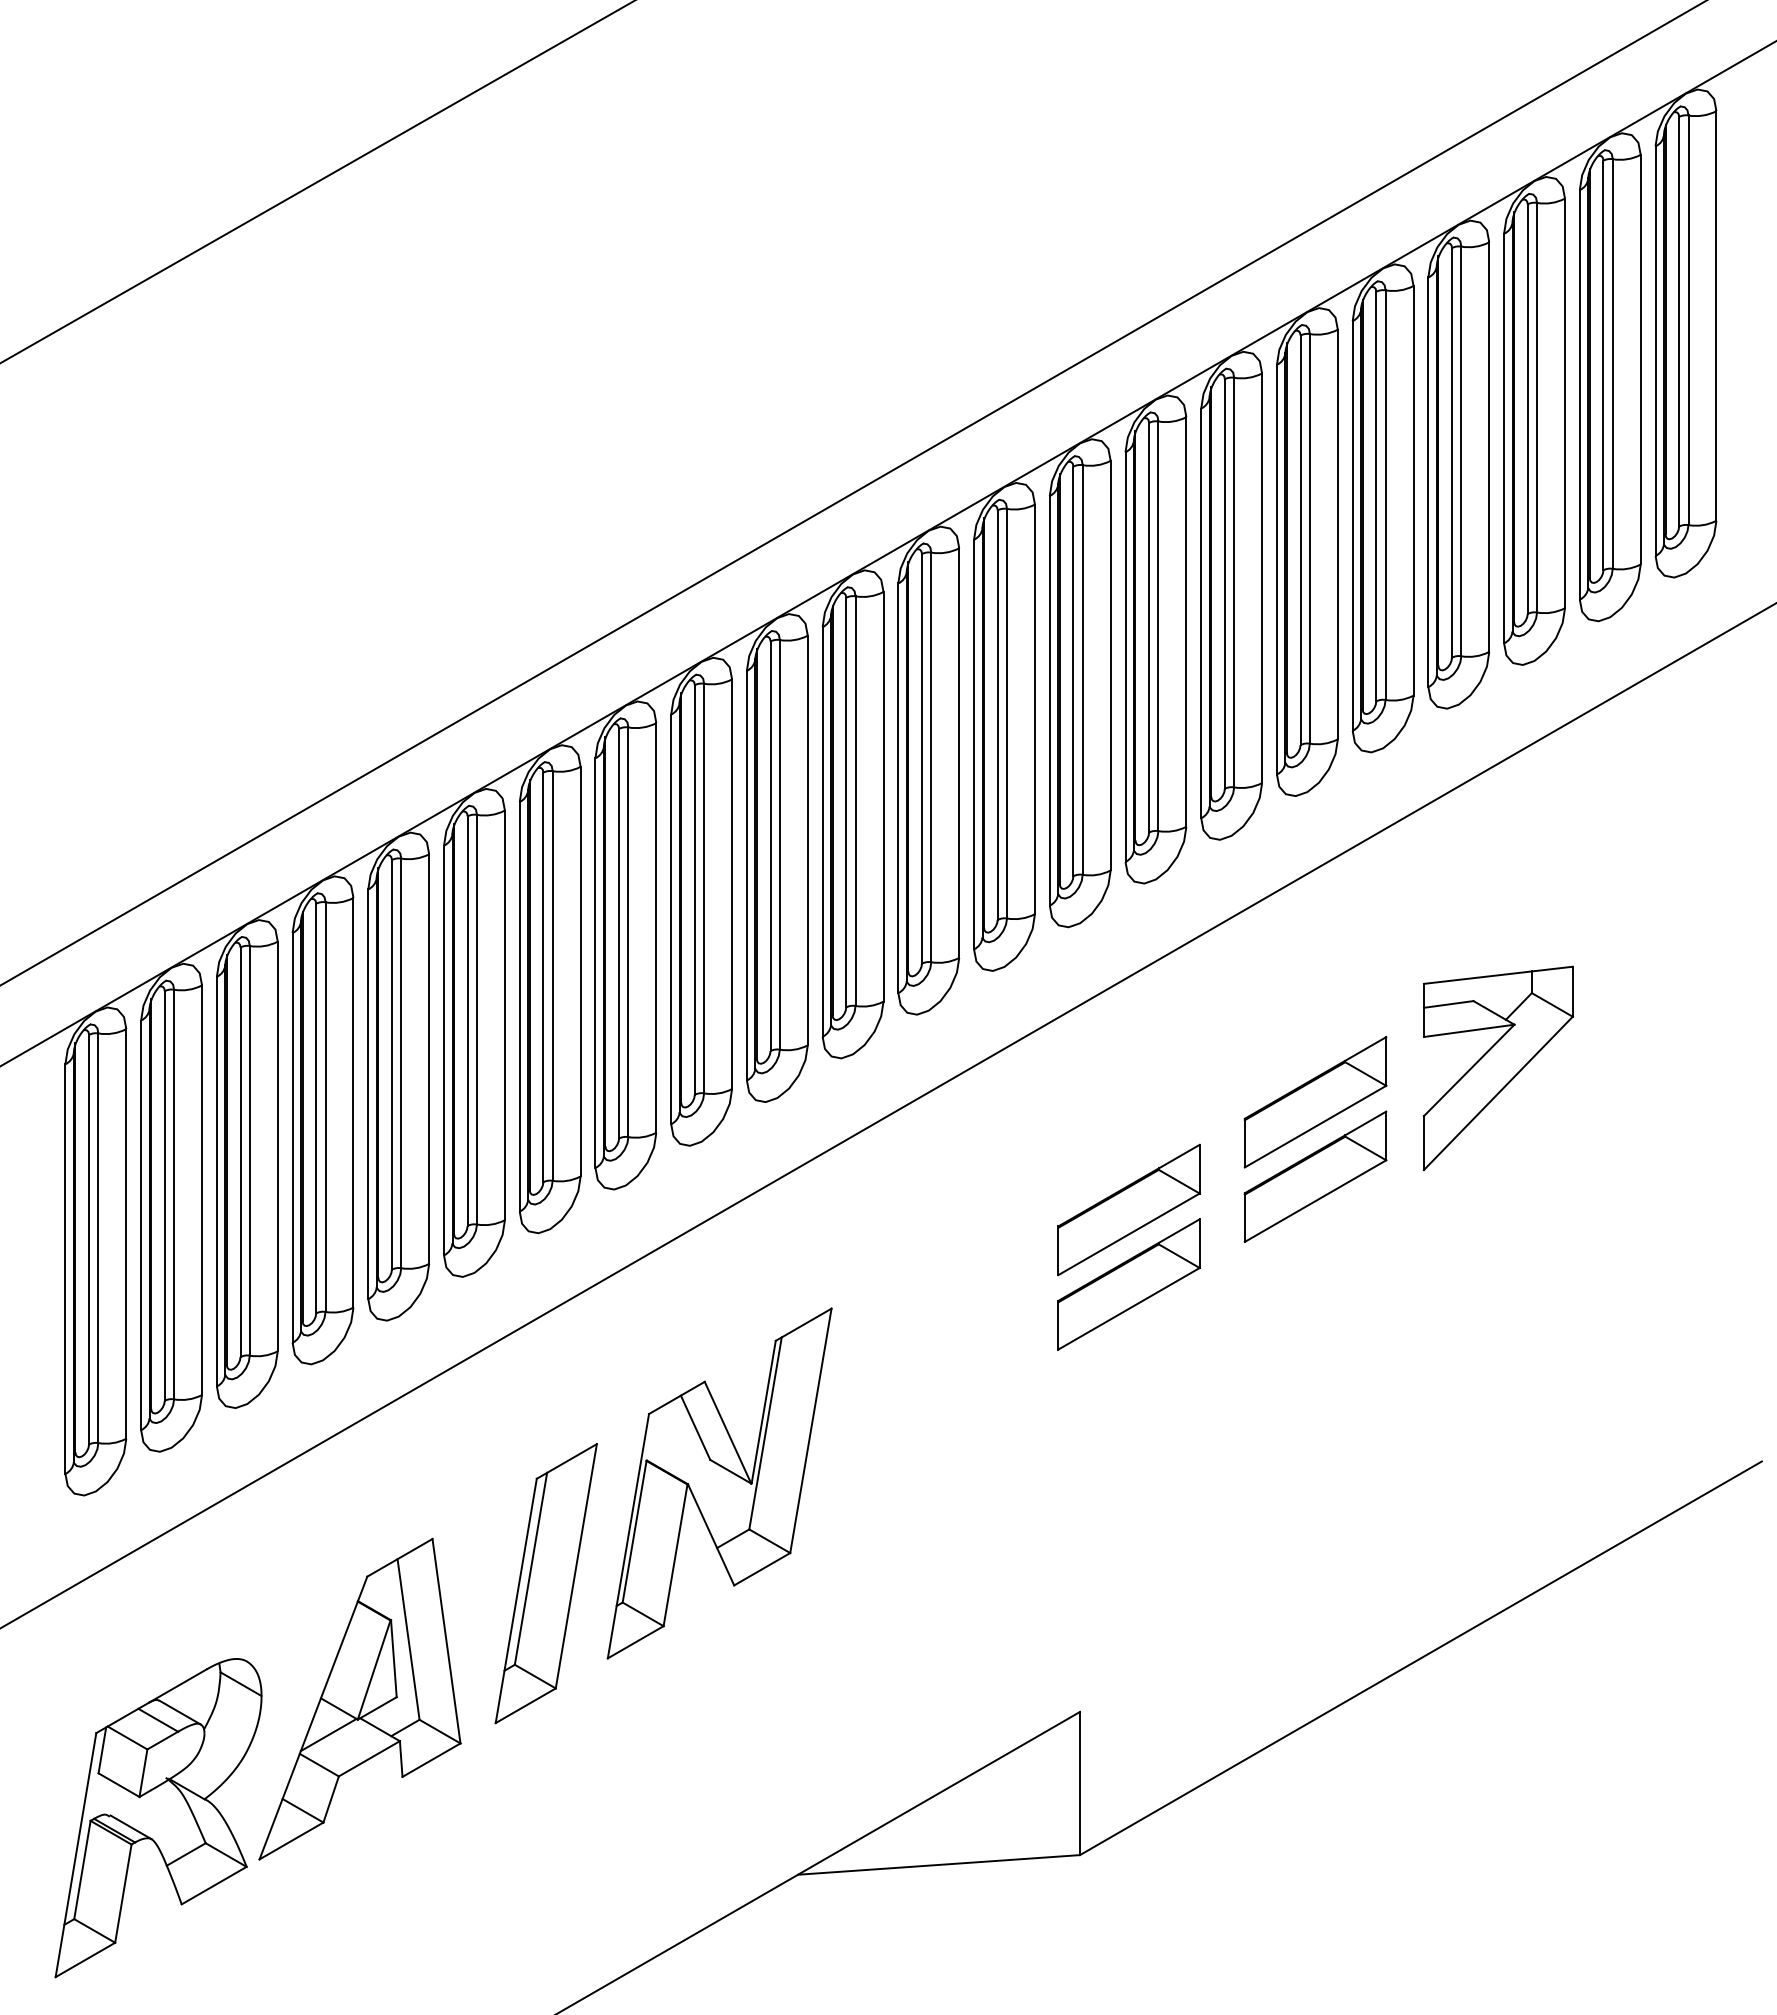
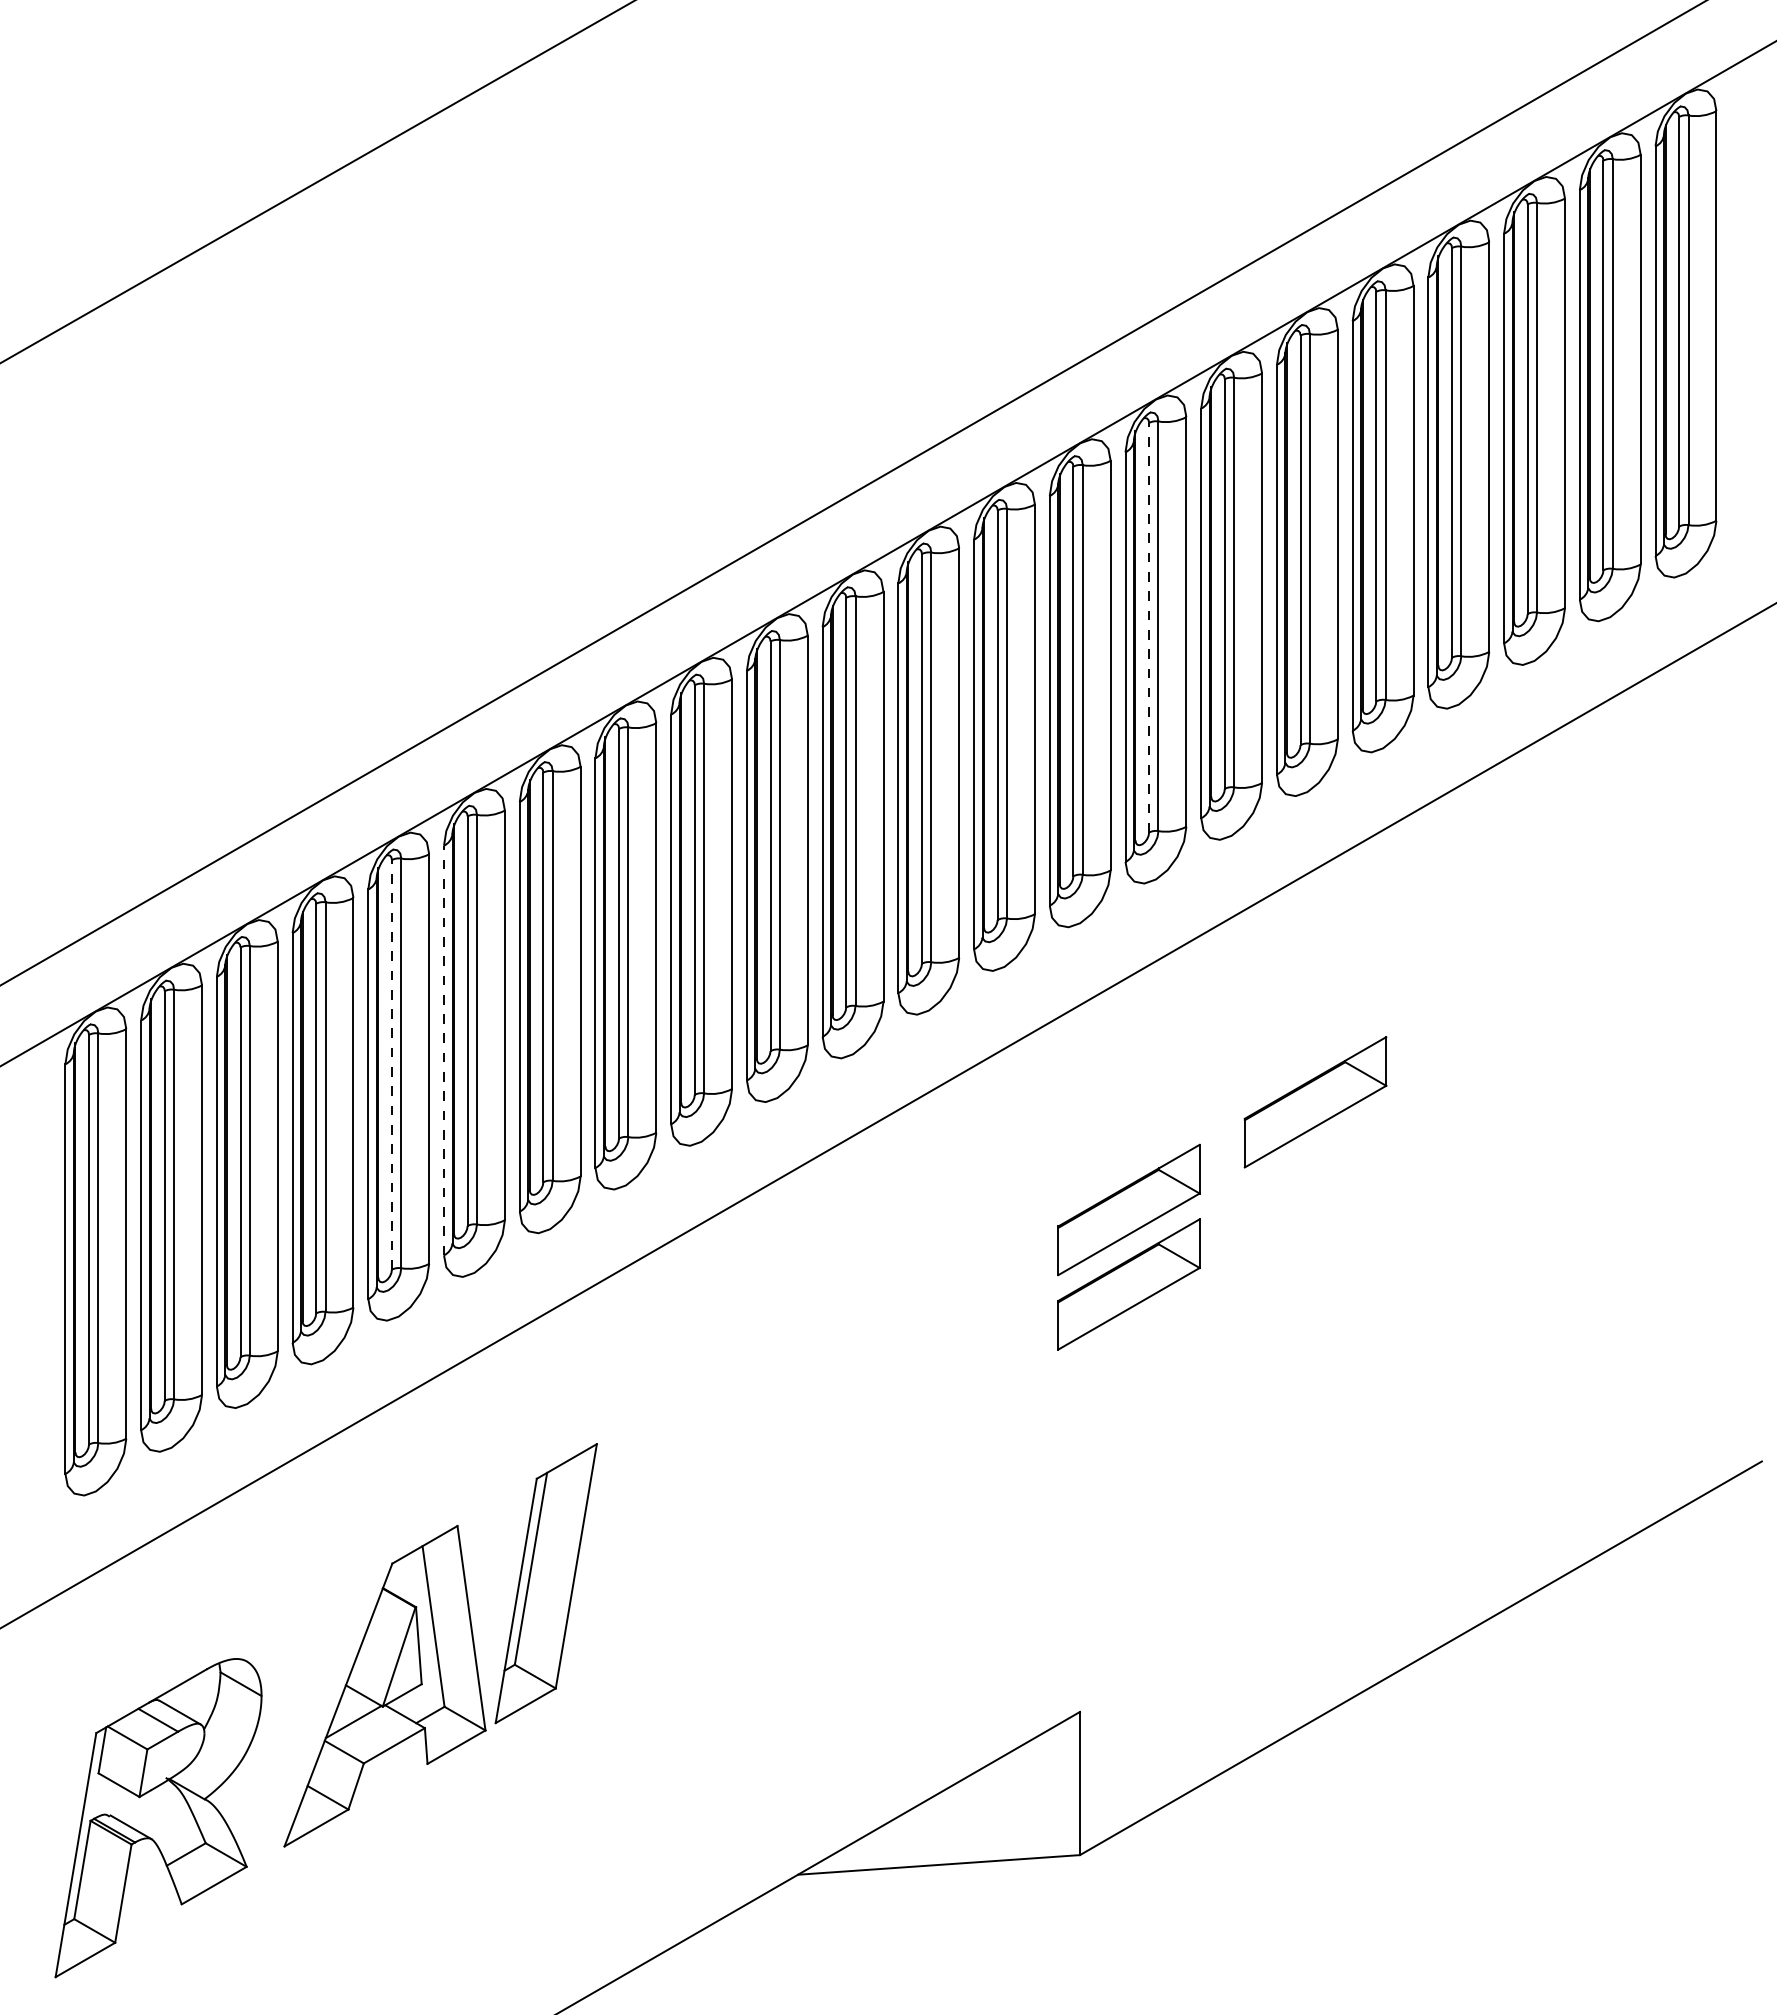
line at (1149, 627): solid -> dashed
line at (444, 1050): solid -> dashed
line at (391, 1064): solid -> dashed
part at (1497, 1067): present -> none
part at (1315, 1176): present -> none
part at (719, 1483): present -> none
part at (359, 1699) position: (359, 1699) -> (384, 1686)
